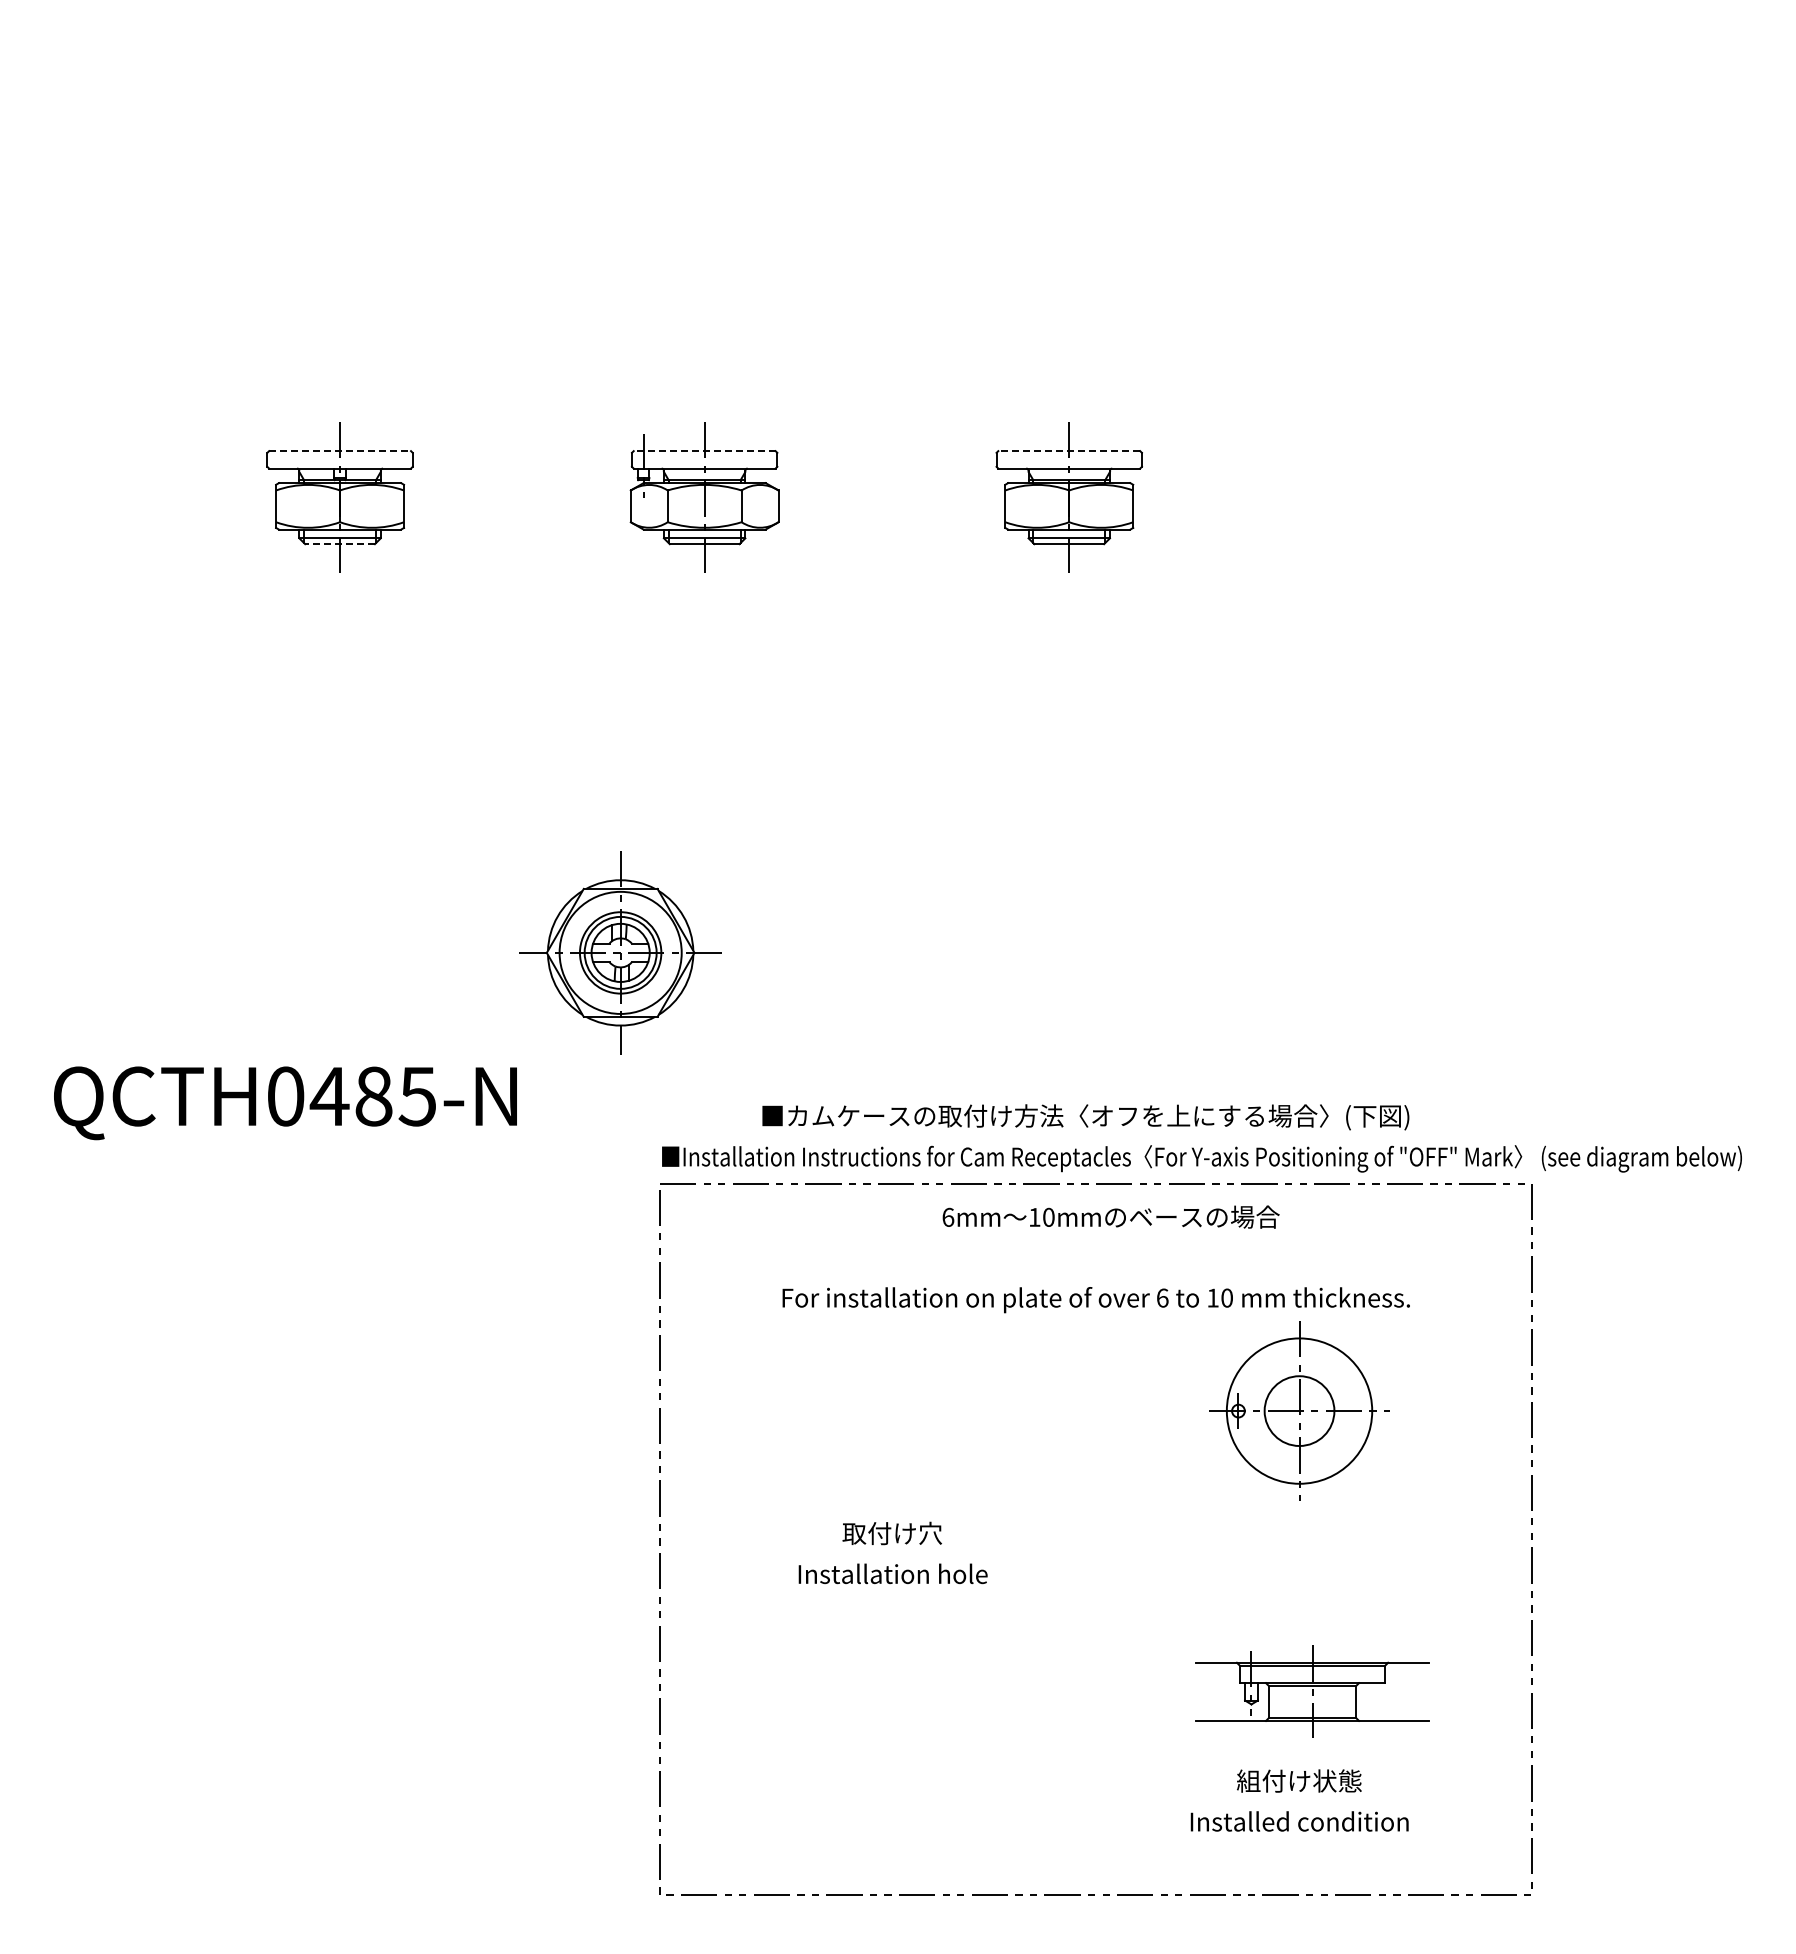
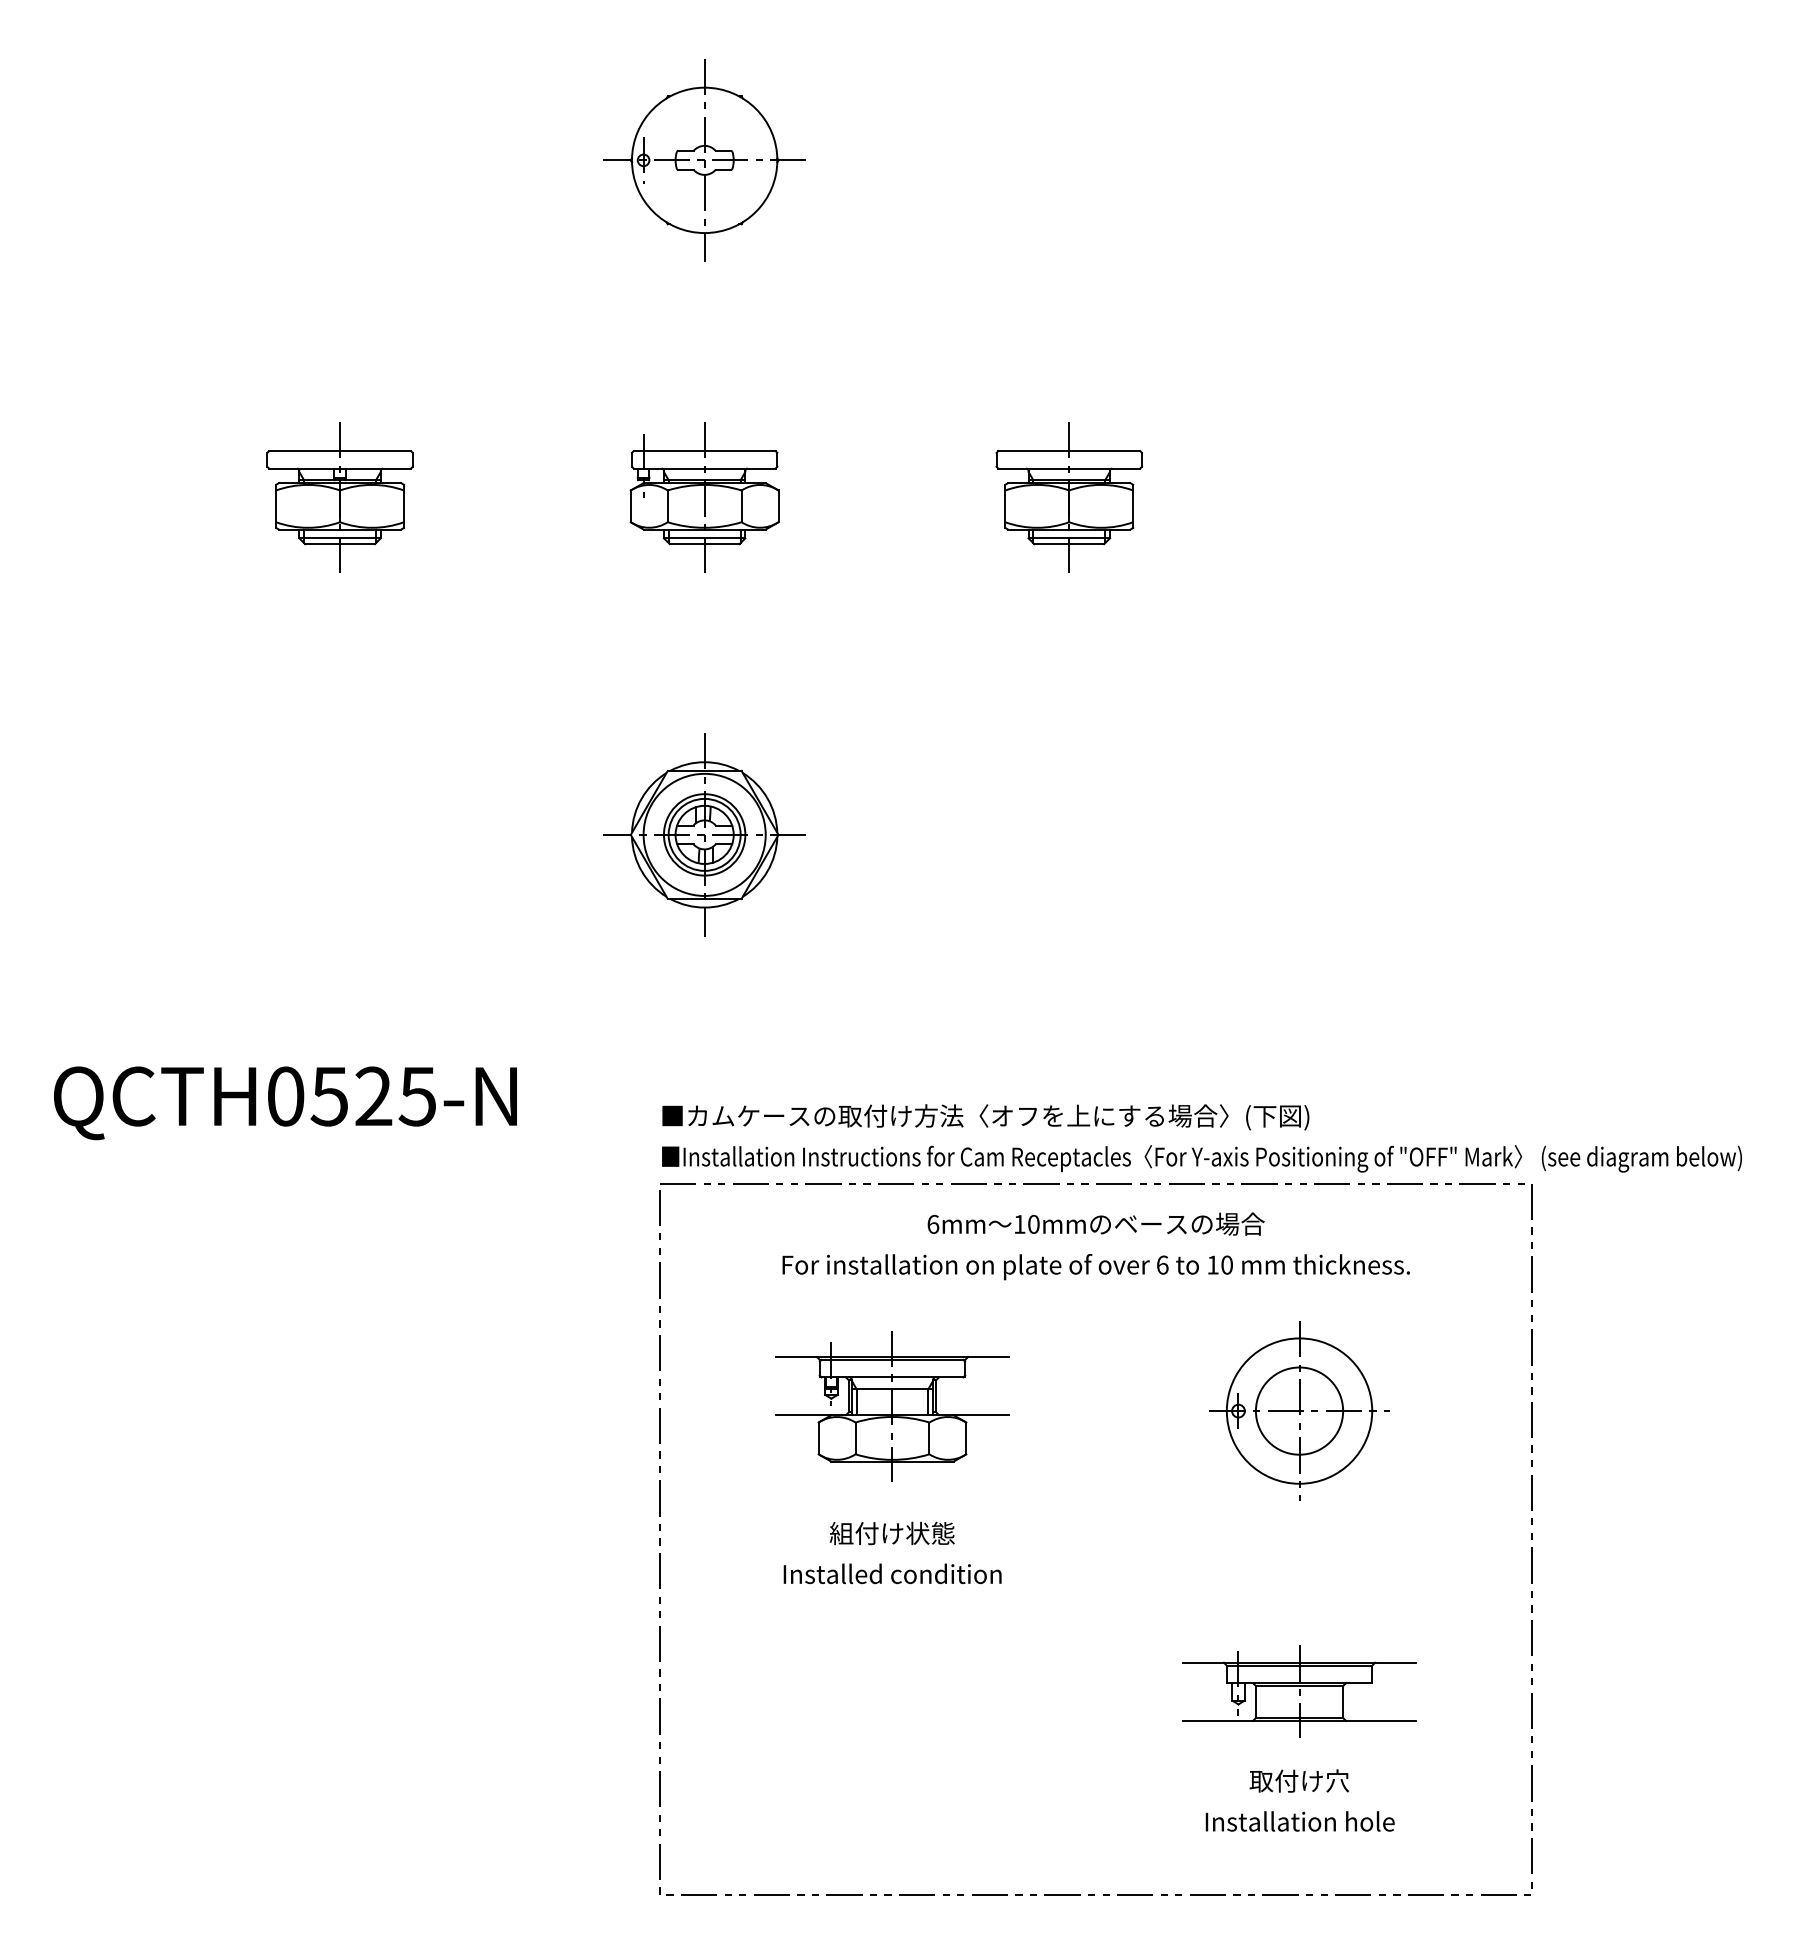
part at (704, 160): none -> present
line at (340, 451): dashed -> solid
line at (704, 451): dashed -> solid
line at (1069, 451): dashed -> solid
line at (340, 544): dashed -> solid
part at (620, 952) position: (620, 952) -> (704, 834)
text at (350, 1096): QCTH0485-N -> QCTH0525-N
text at (1085, 1117) position: (1085, 1117) -> (985, 1117)
text at (1110, 1216) position: (1110, 1216) -> (1095, 1223)
text at (1095, 1300) position: (1095, 1300) -> (1095, 1267)
part at (892, 1406): none -> present
circle at (1299, 1411) diameter: 70 px -> 87 px
text at (891, 1533): 取付け穴 -> 組付け状態
text at (892, 1573): Installation hole -> Installed condition
part at (1312, 1691) position: (1312, 1691) -> (1299, 1691)
text at (1298, 1780): 組付け状態 -> 取付け穴
text at (1299, 1821): Installed condition -> Installation hole
